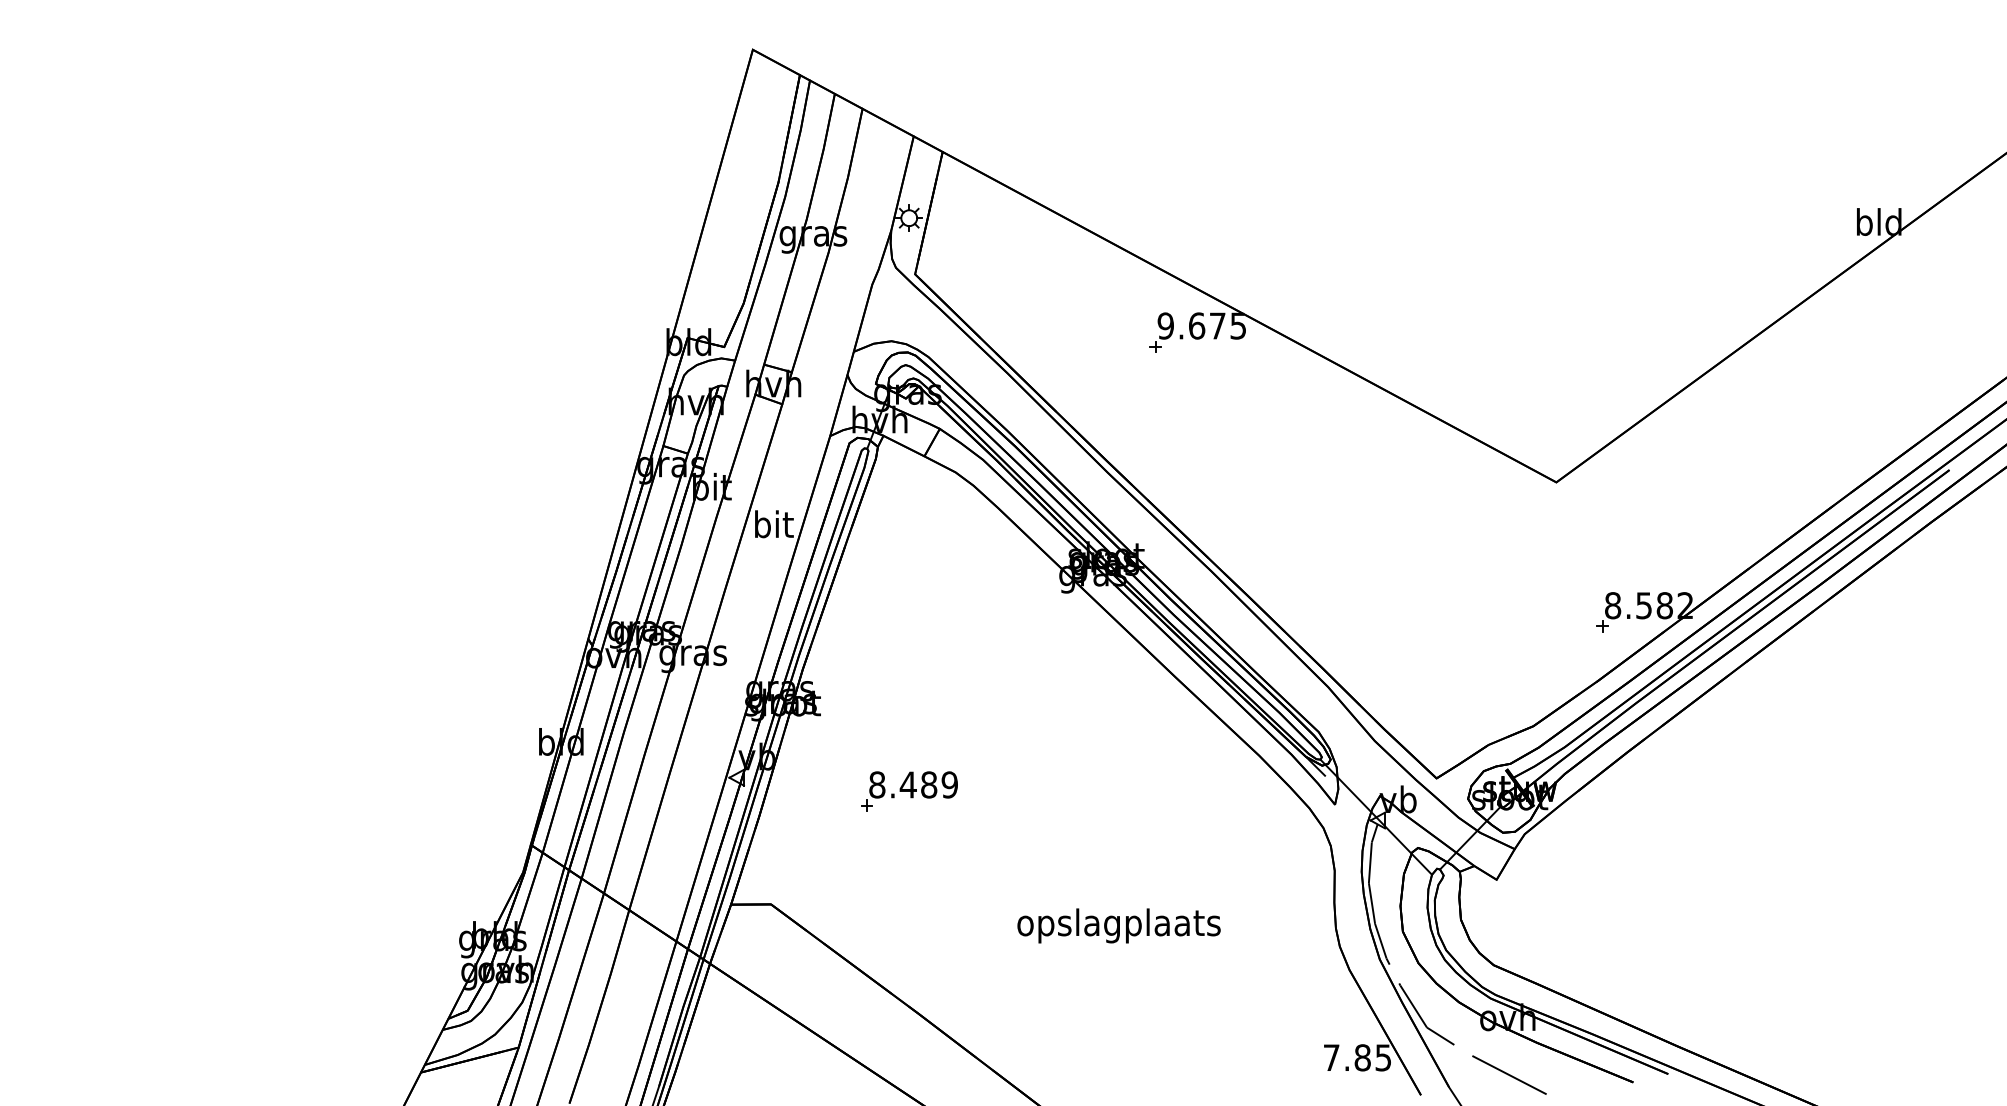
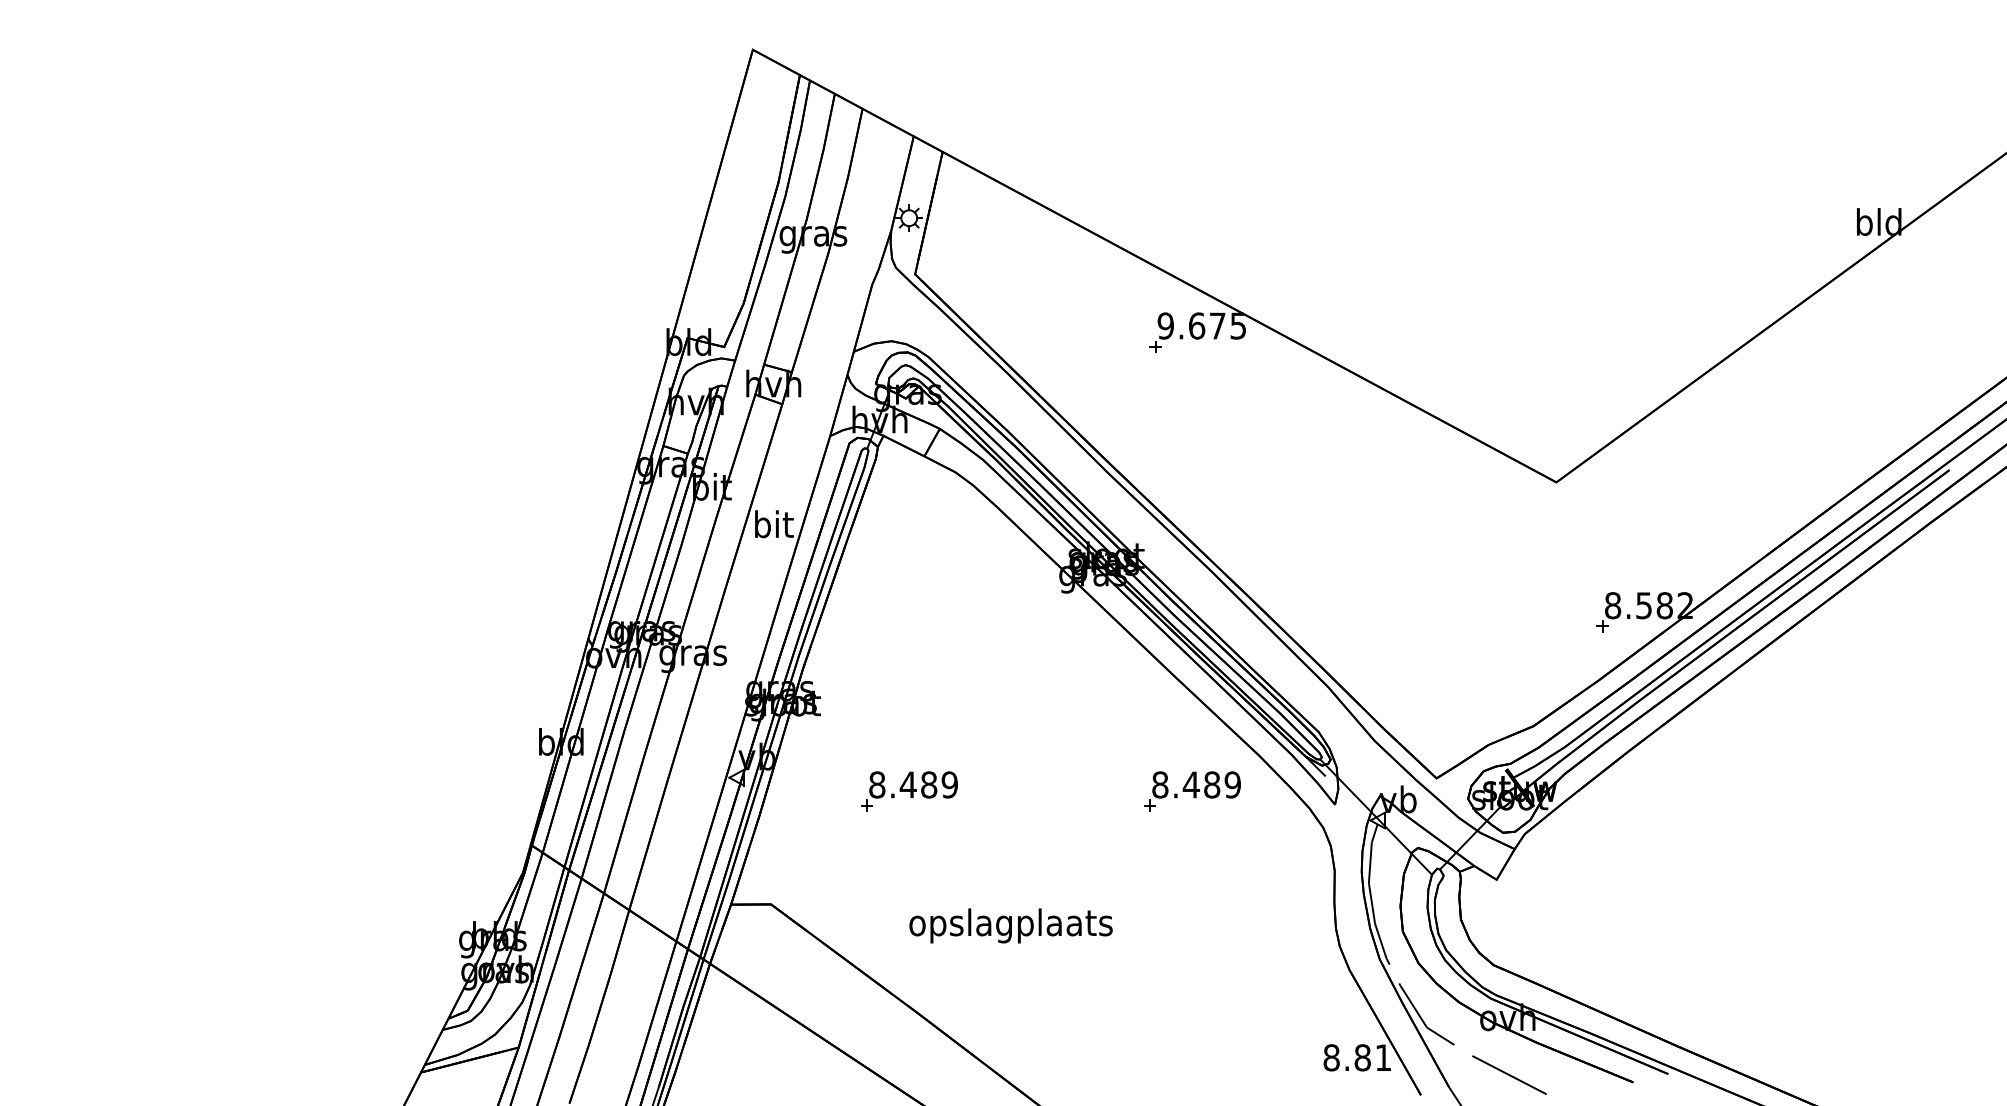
part at (1192, 791): none -> present
text at (1118, 925) position: (1118, 925) -> (1010, 925)
text at (1356, 1057): 7.85 -> 8.81
